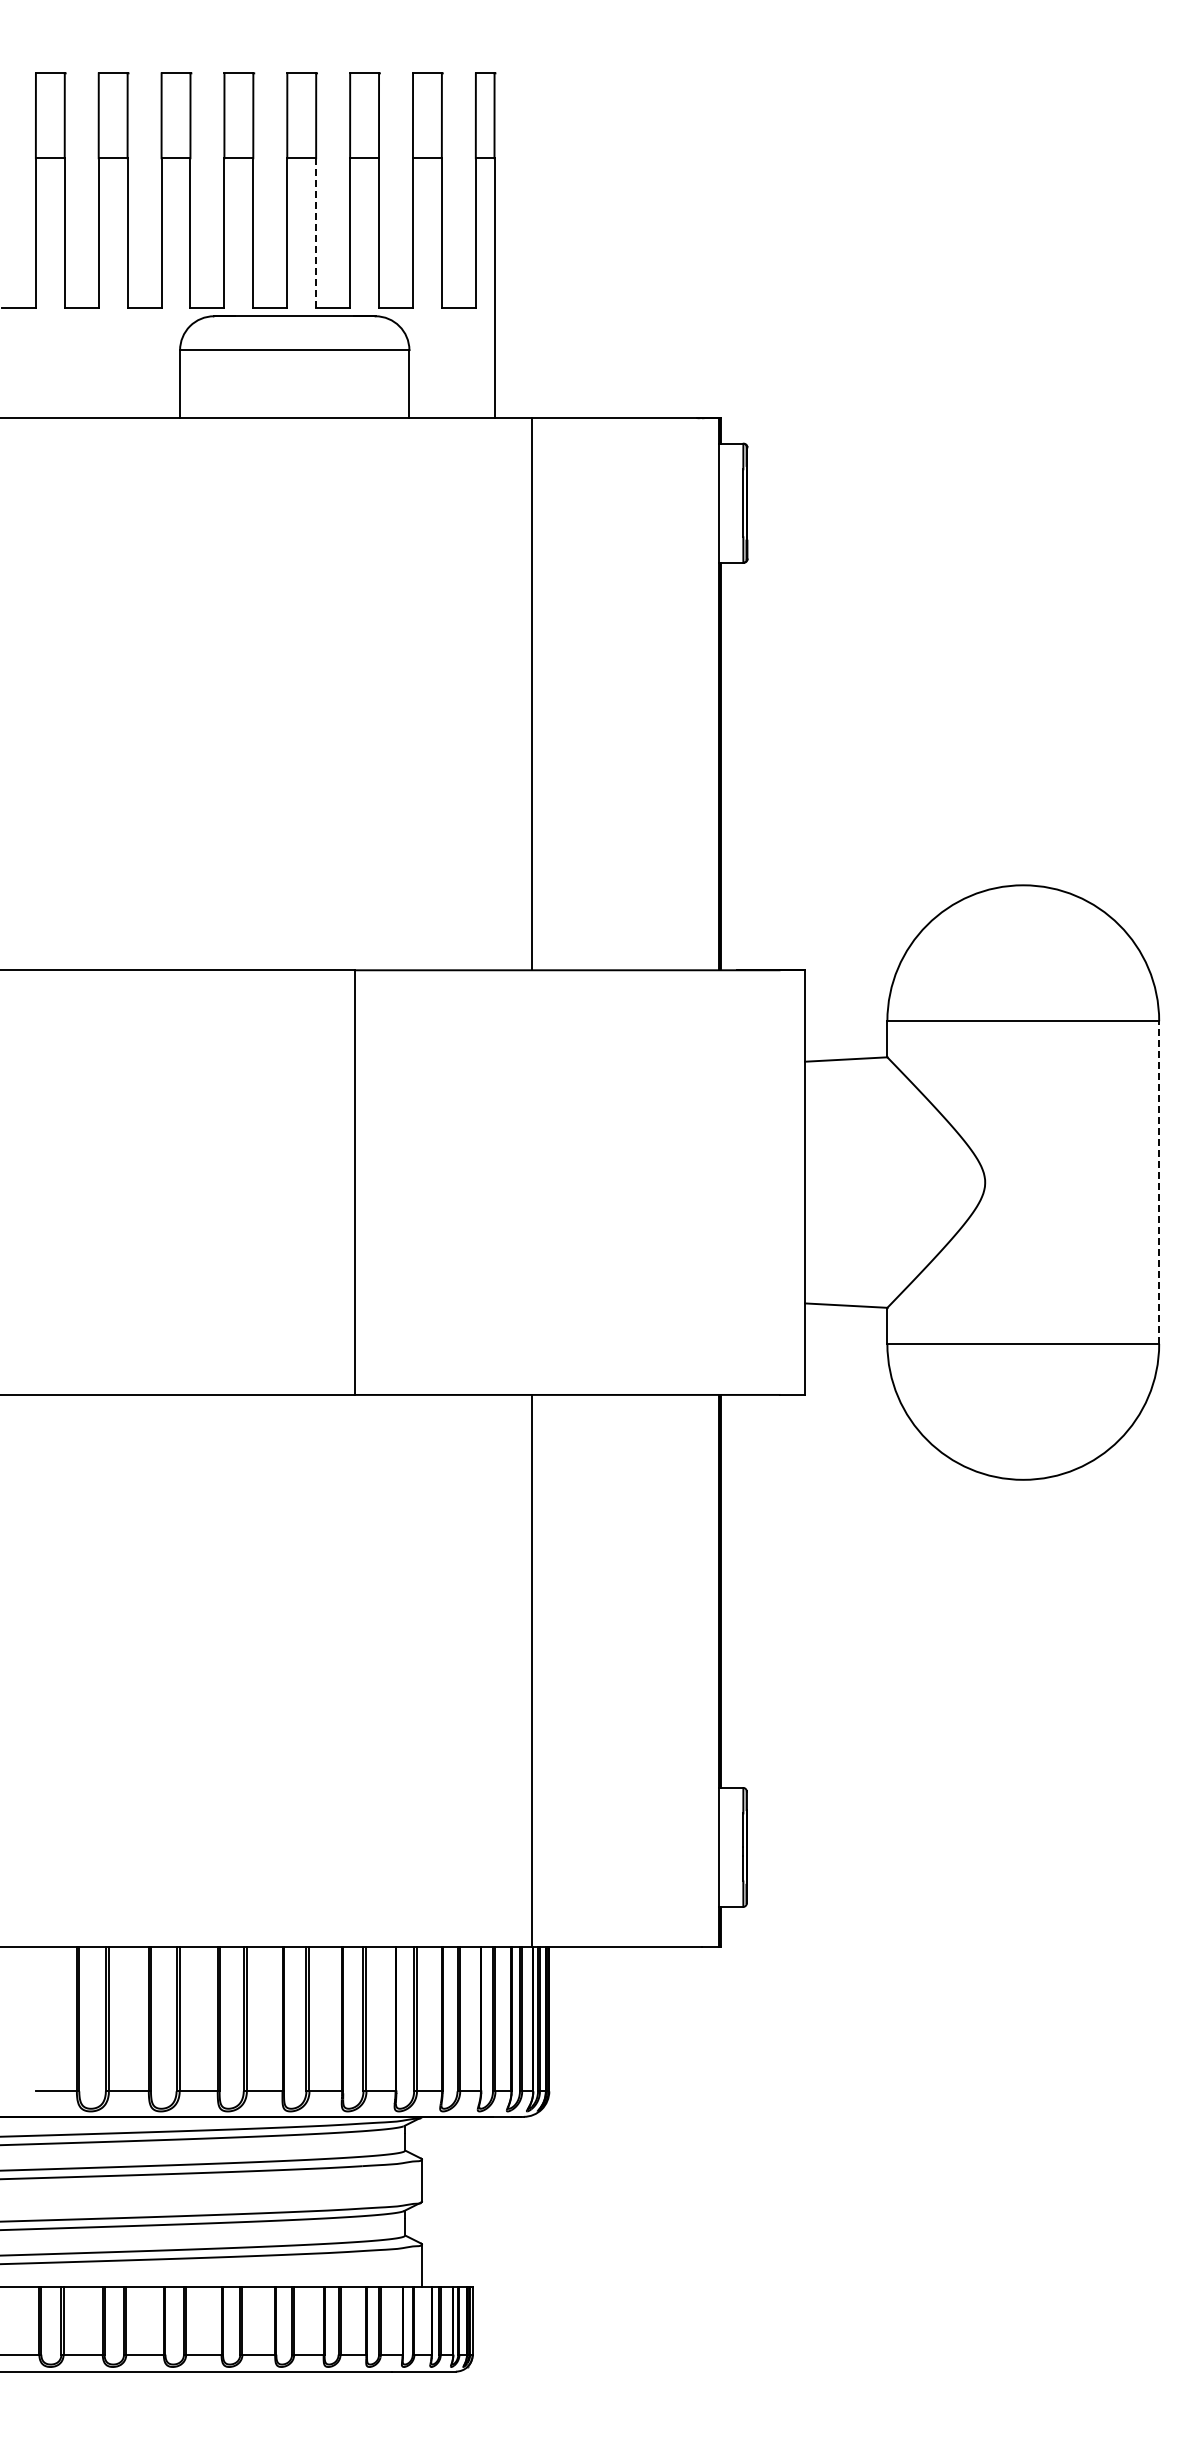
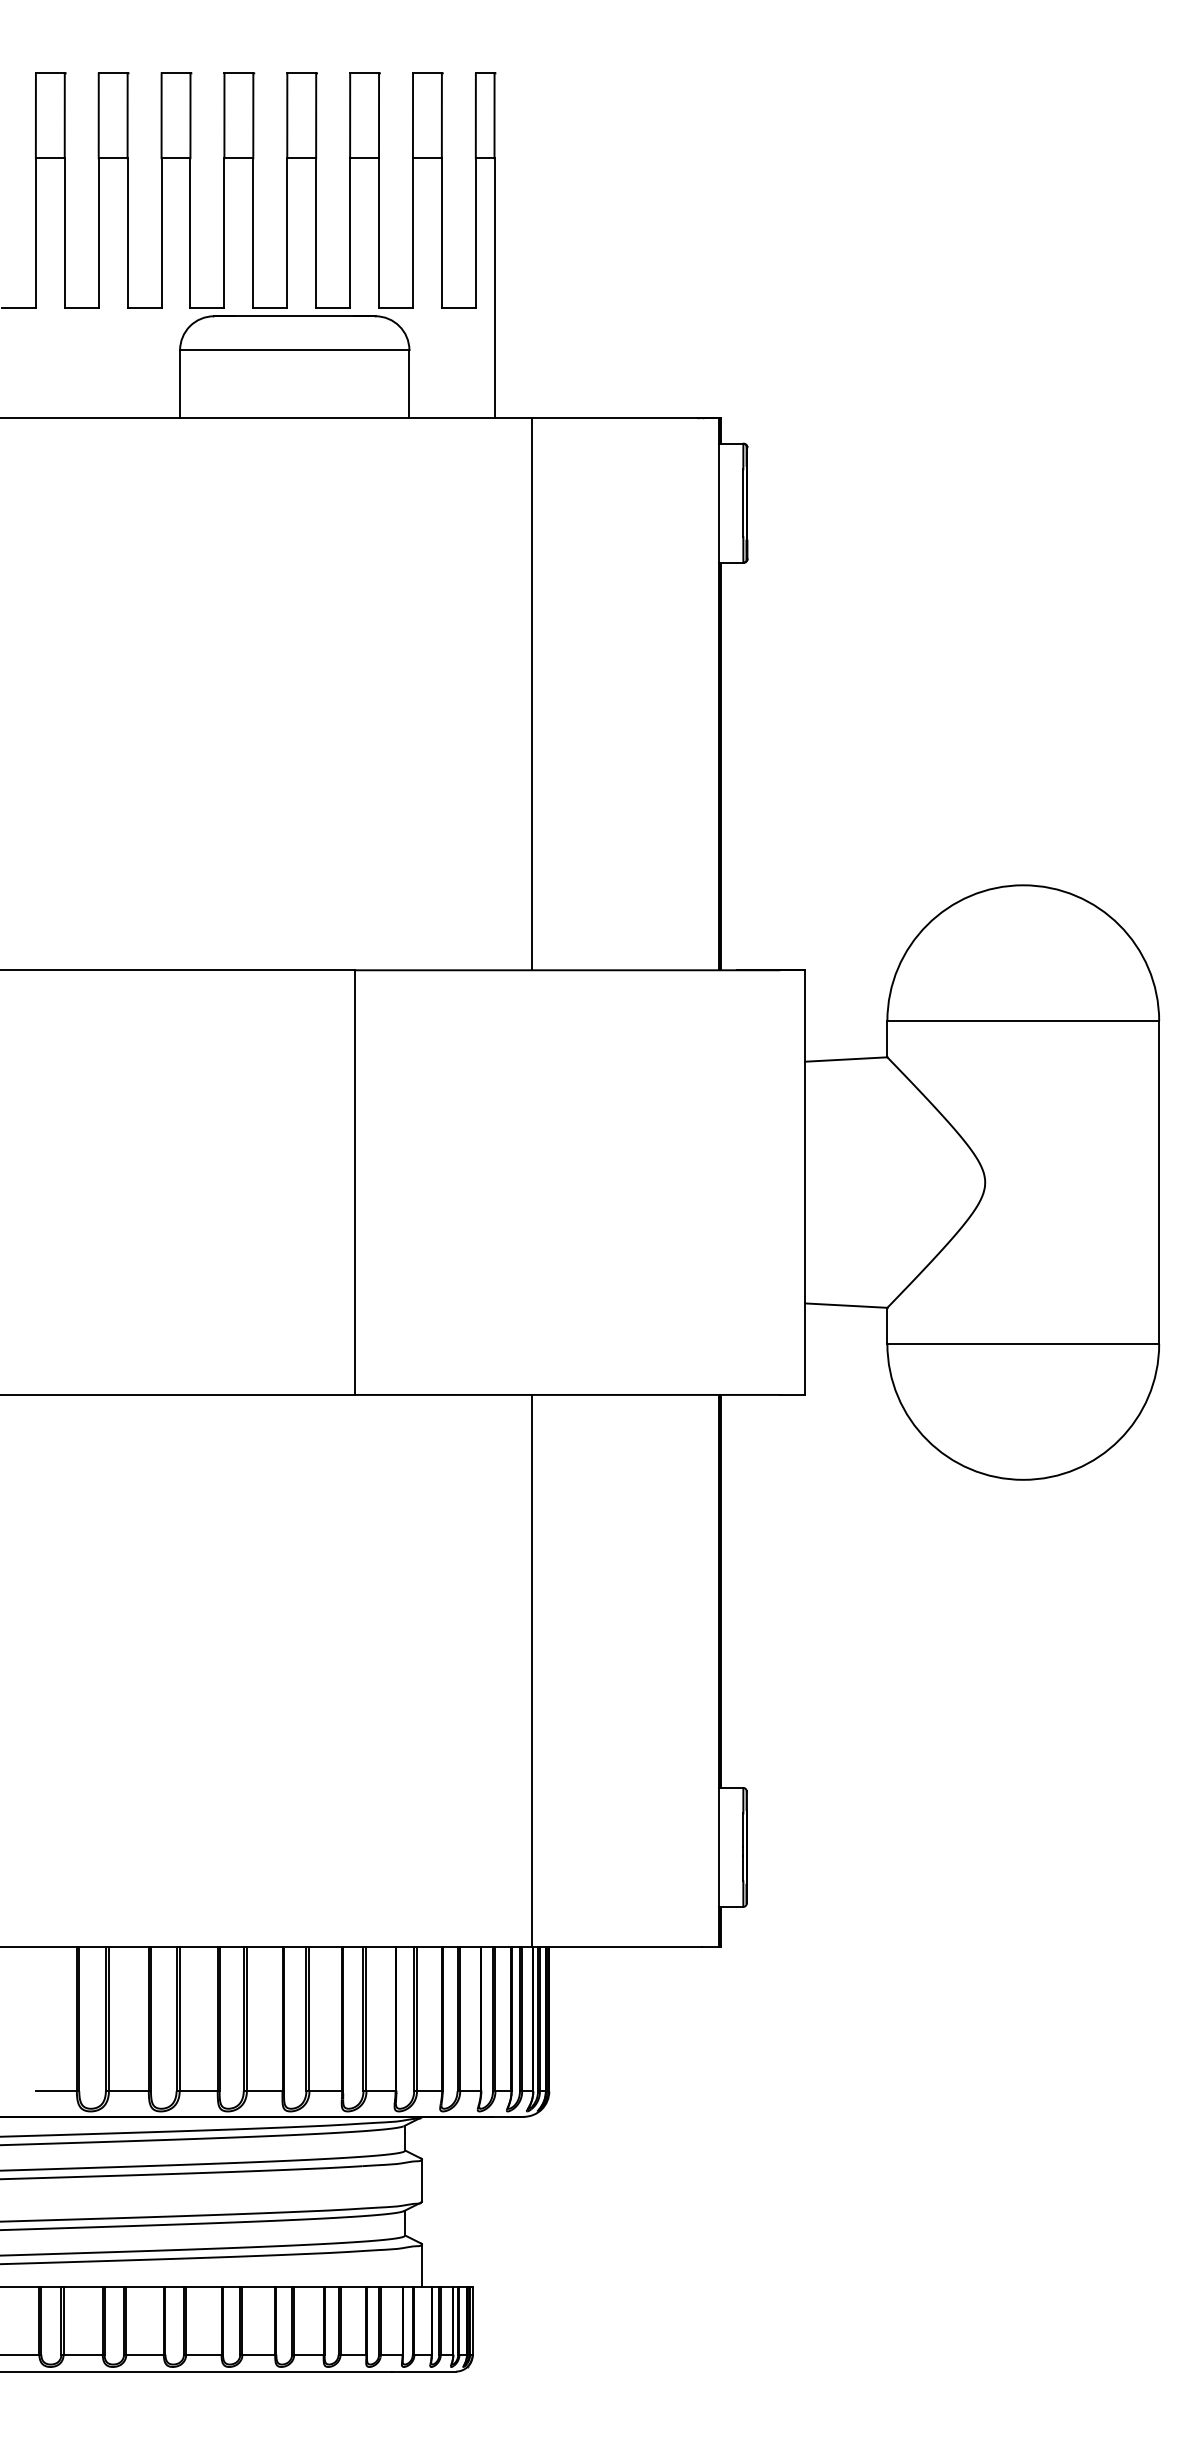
line at (316, 233): dashed -> solid
line at (1159, 1182): dashed -> solid
